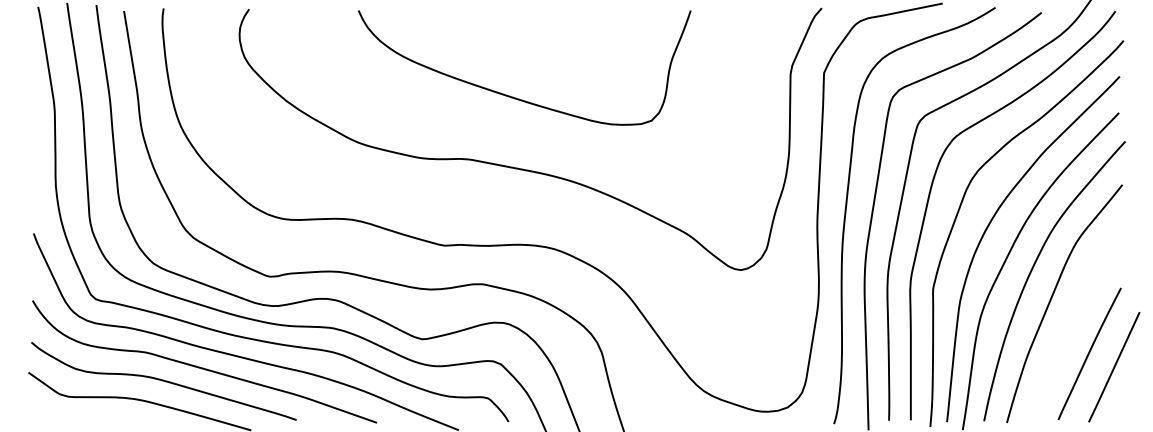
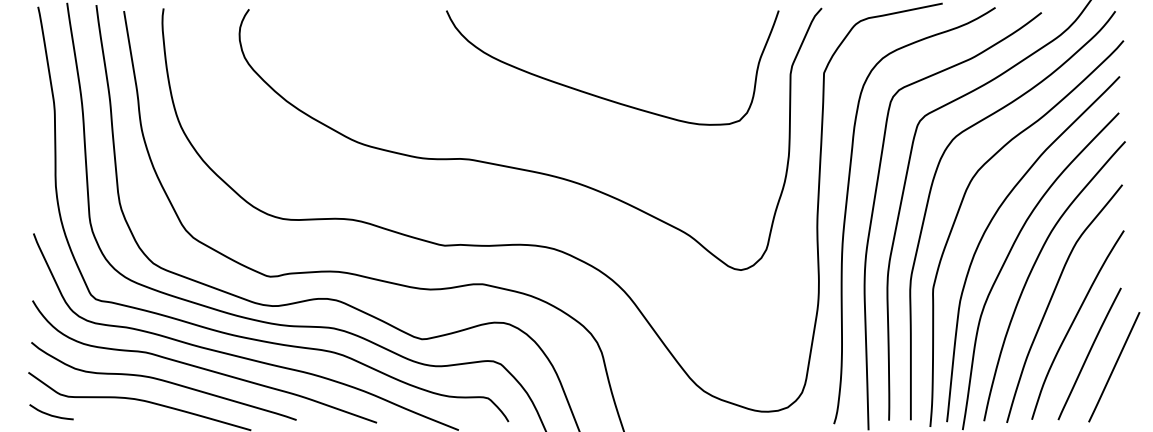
curve at (516, 97) position: (516, 97) -> (604, 97)
curve at (1073, 323): none -> present
curve at (51, 414): none -> present
